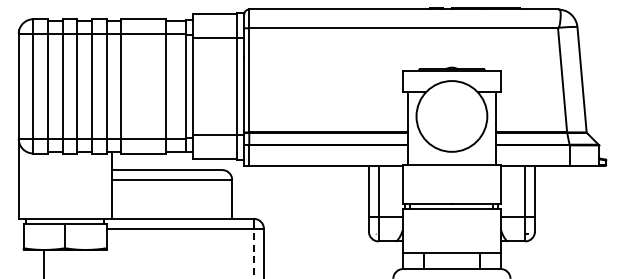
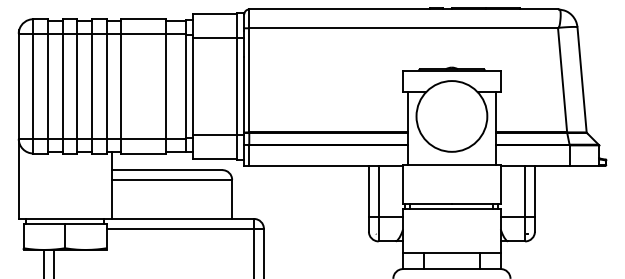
line at (254, 253): dashed -> solid
line at (53, 262): none -> present
